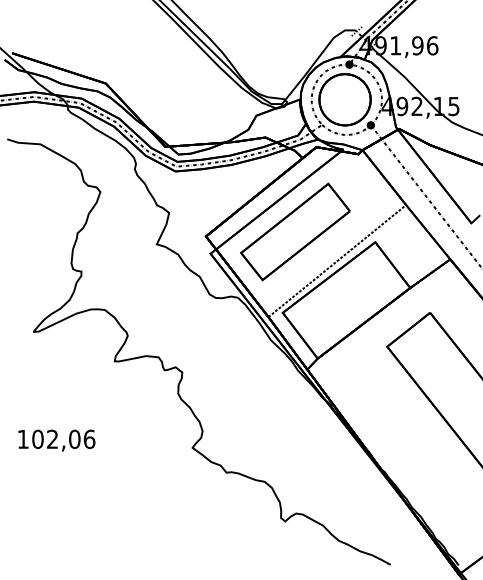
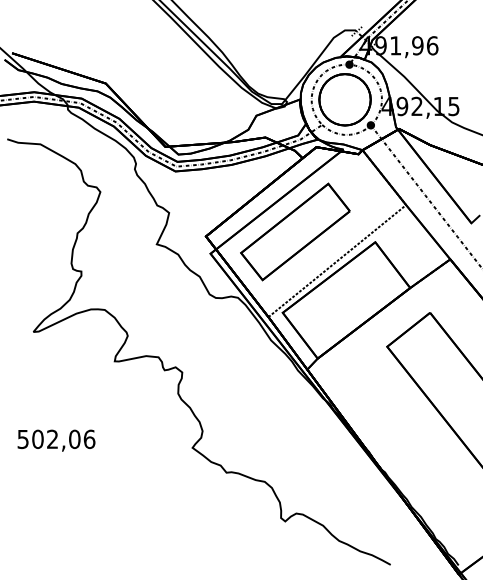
text at (22, 439): 102,06 -> 502,06
